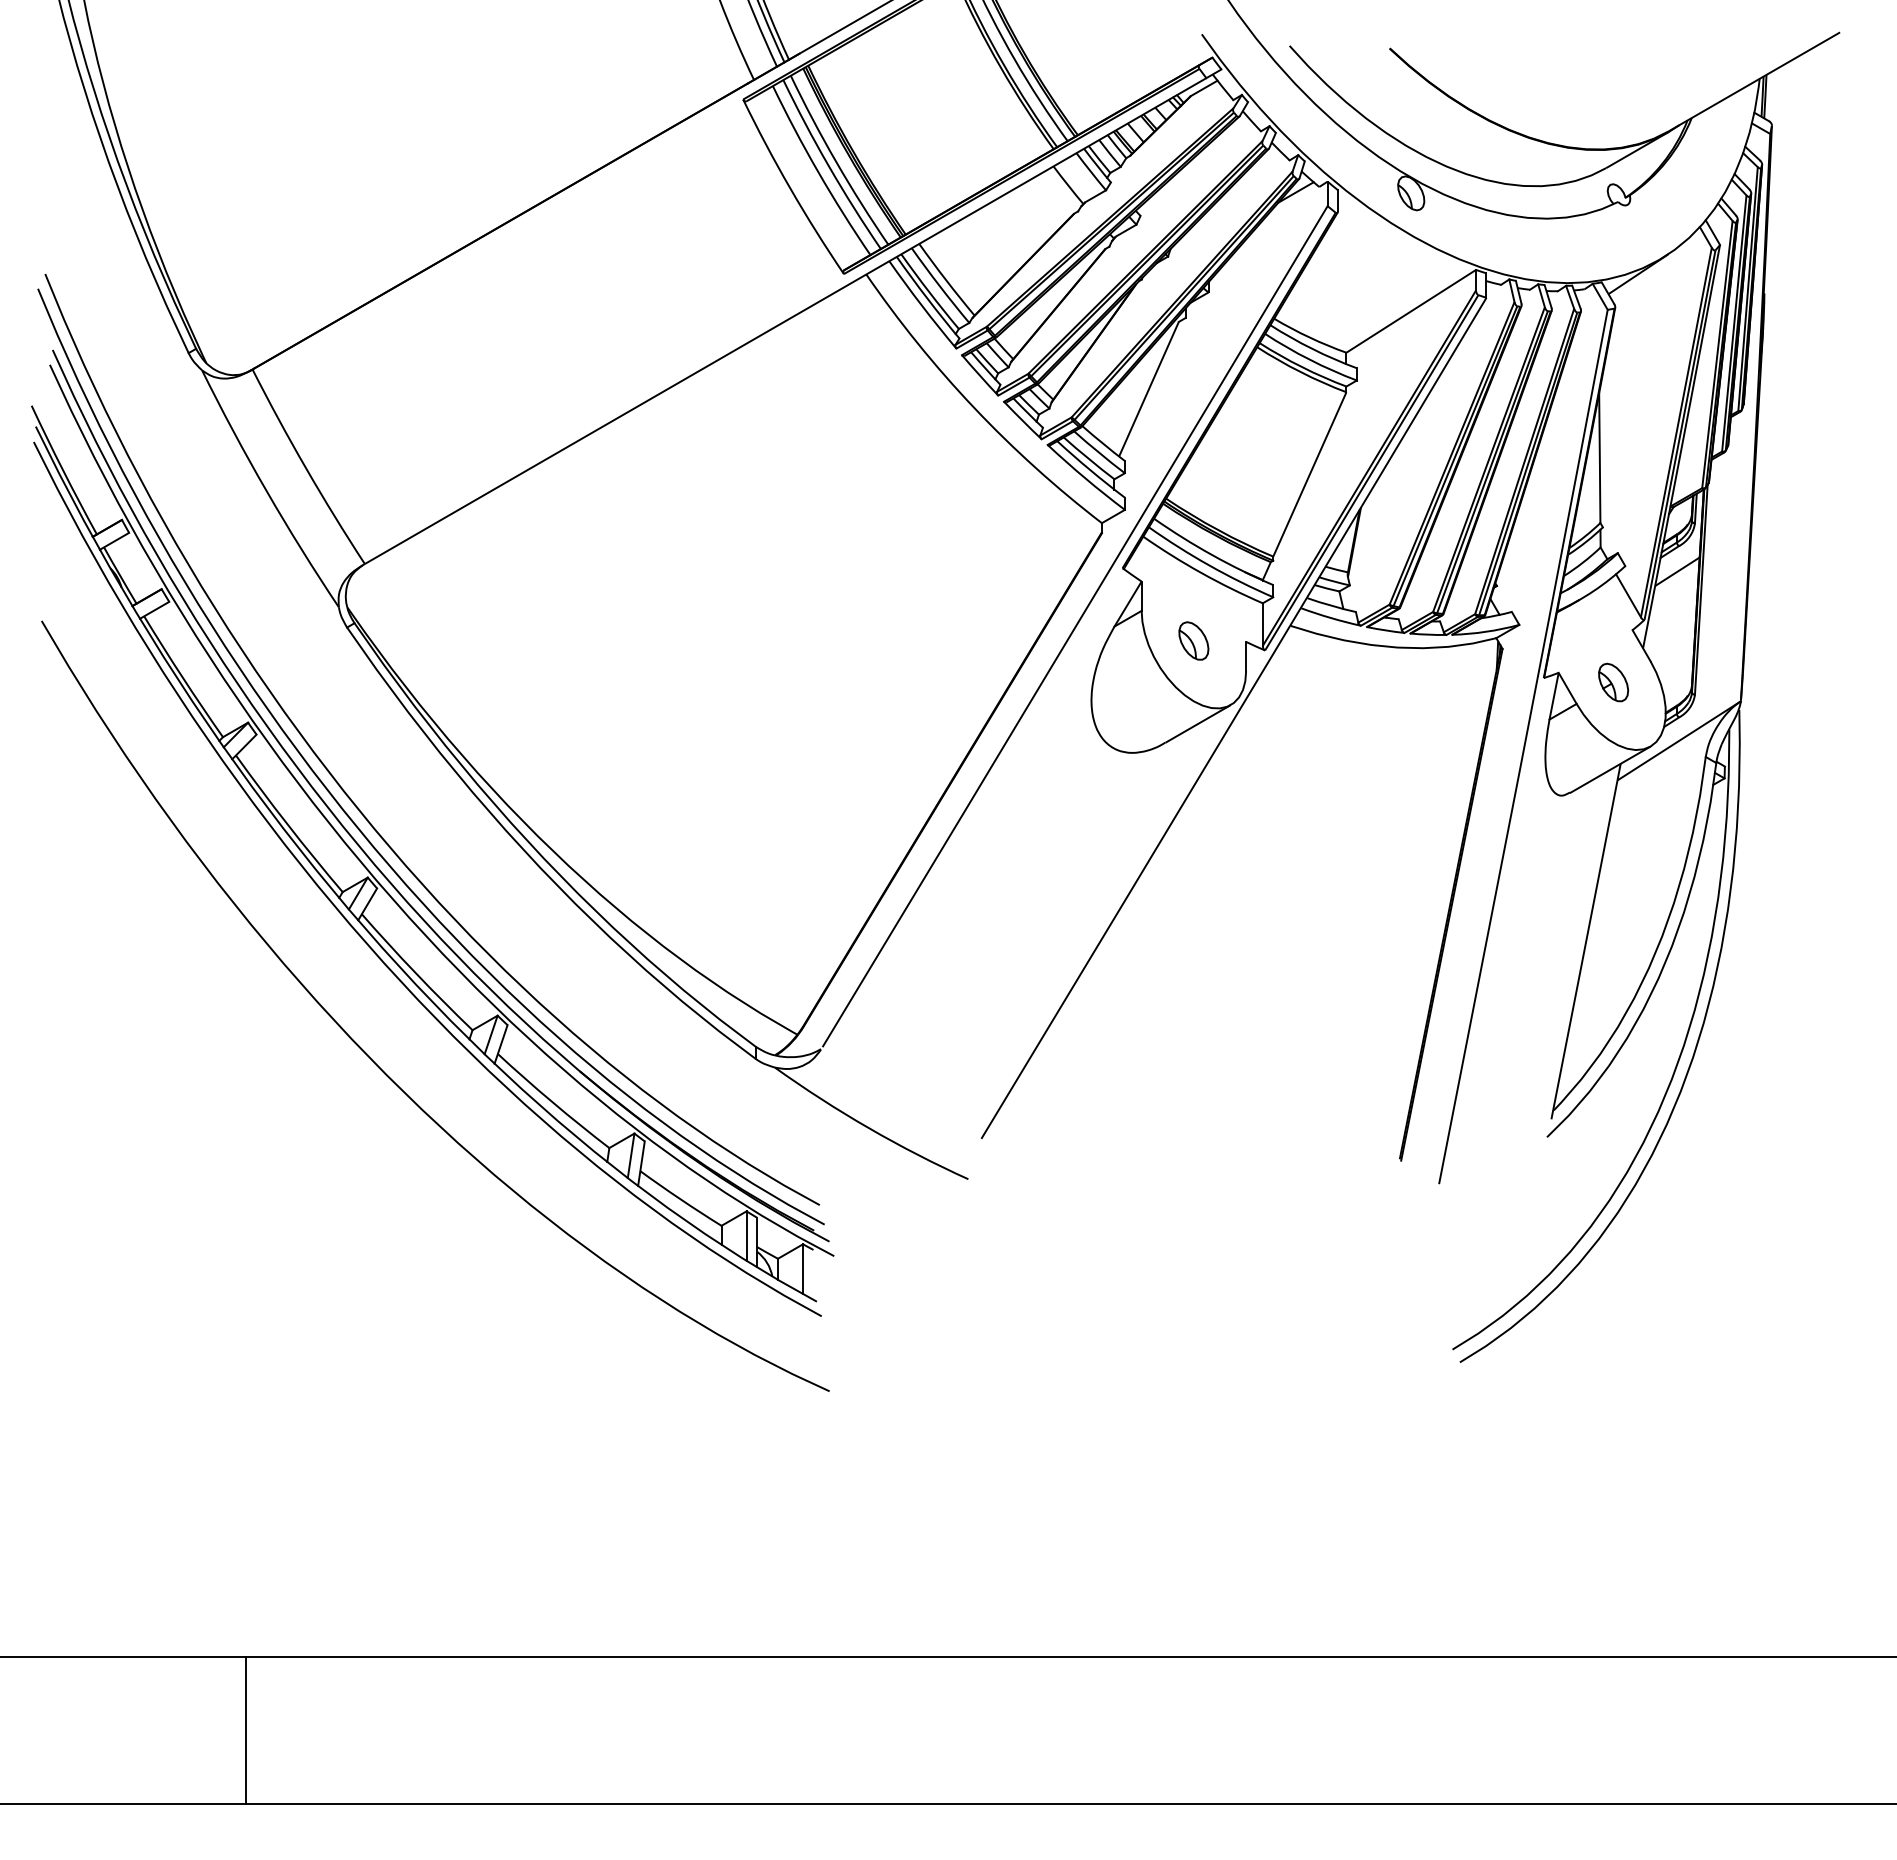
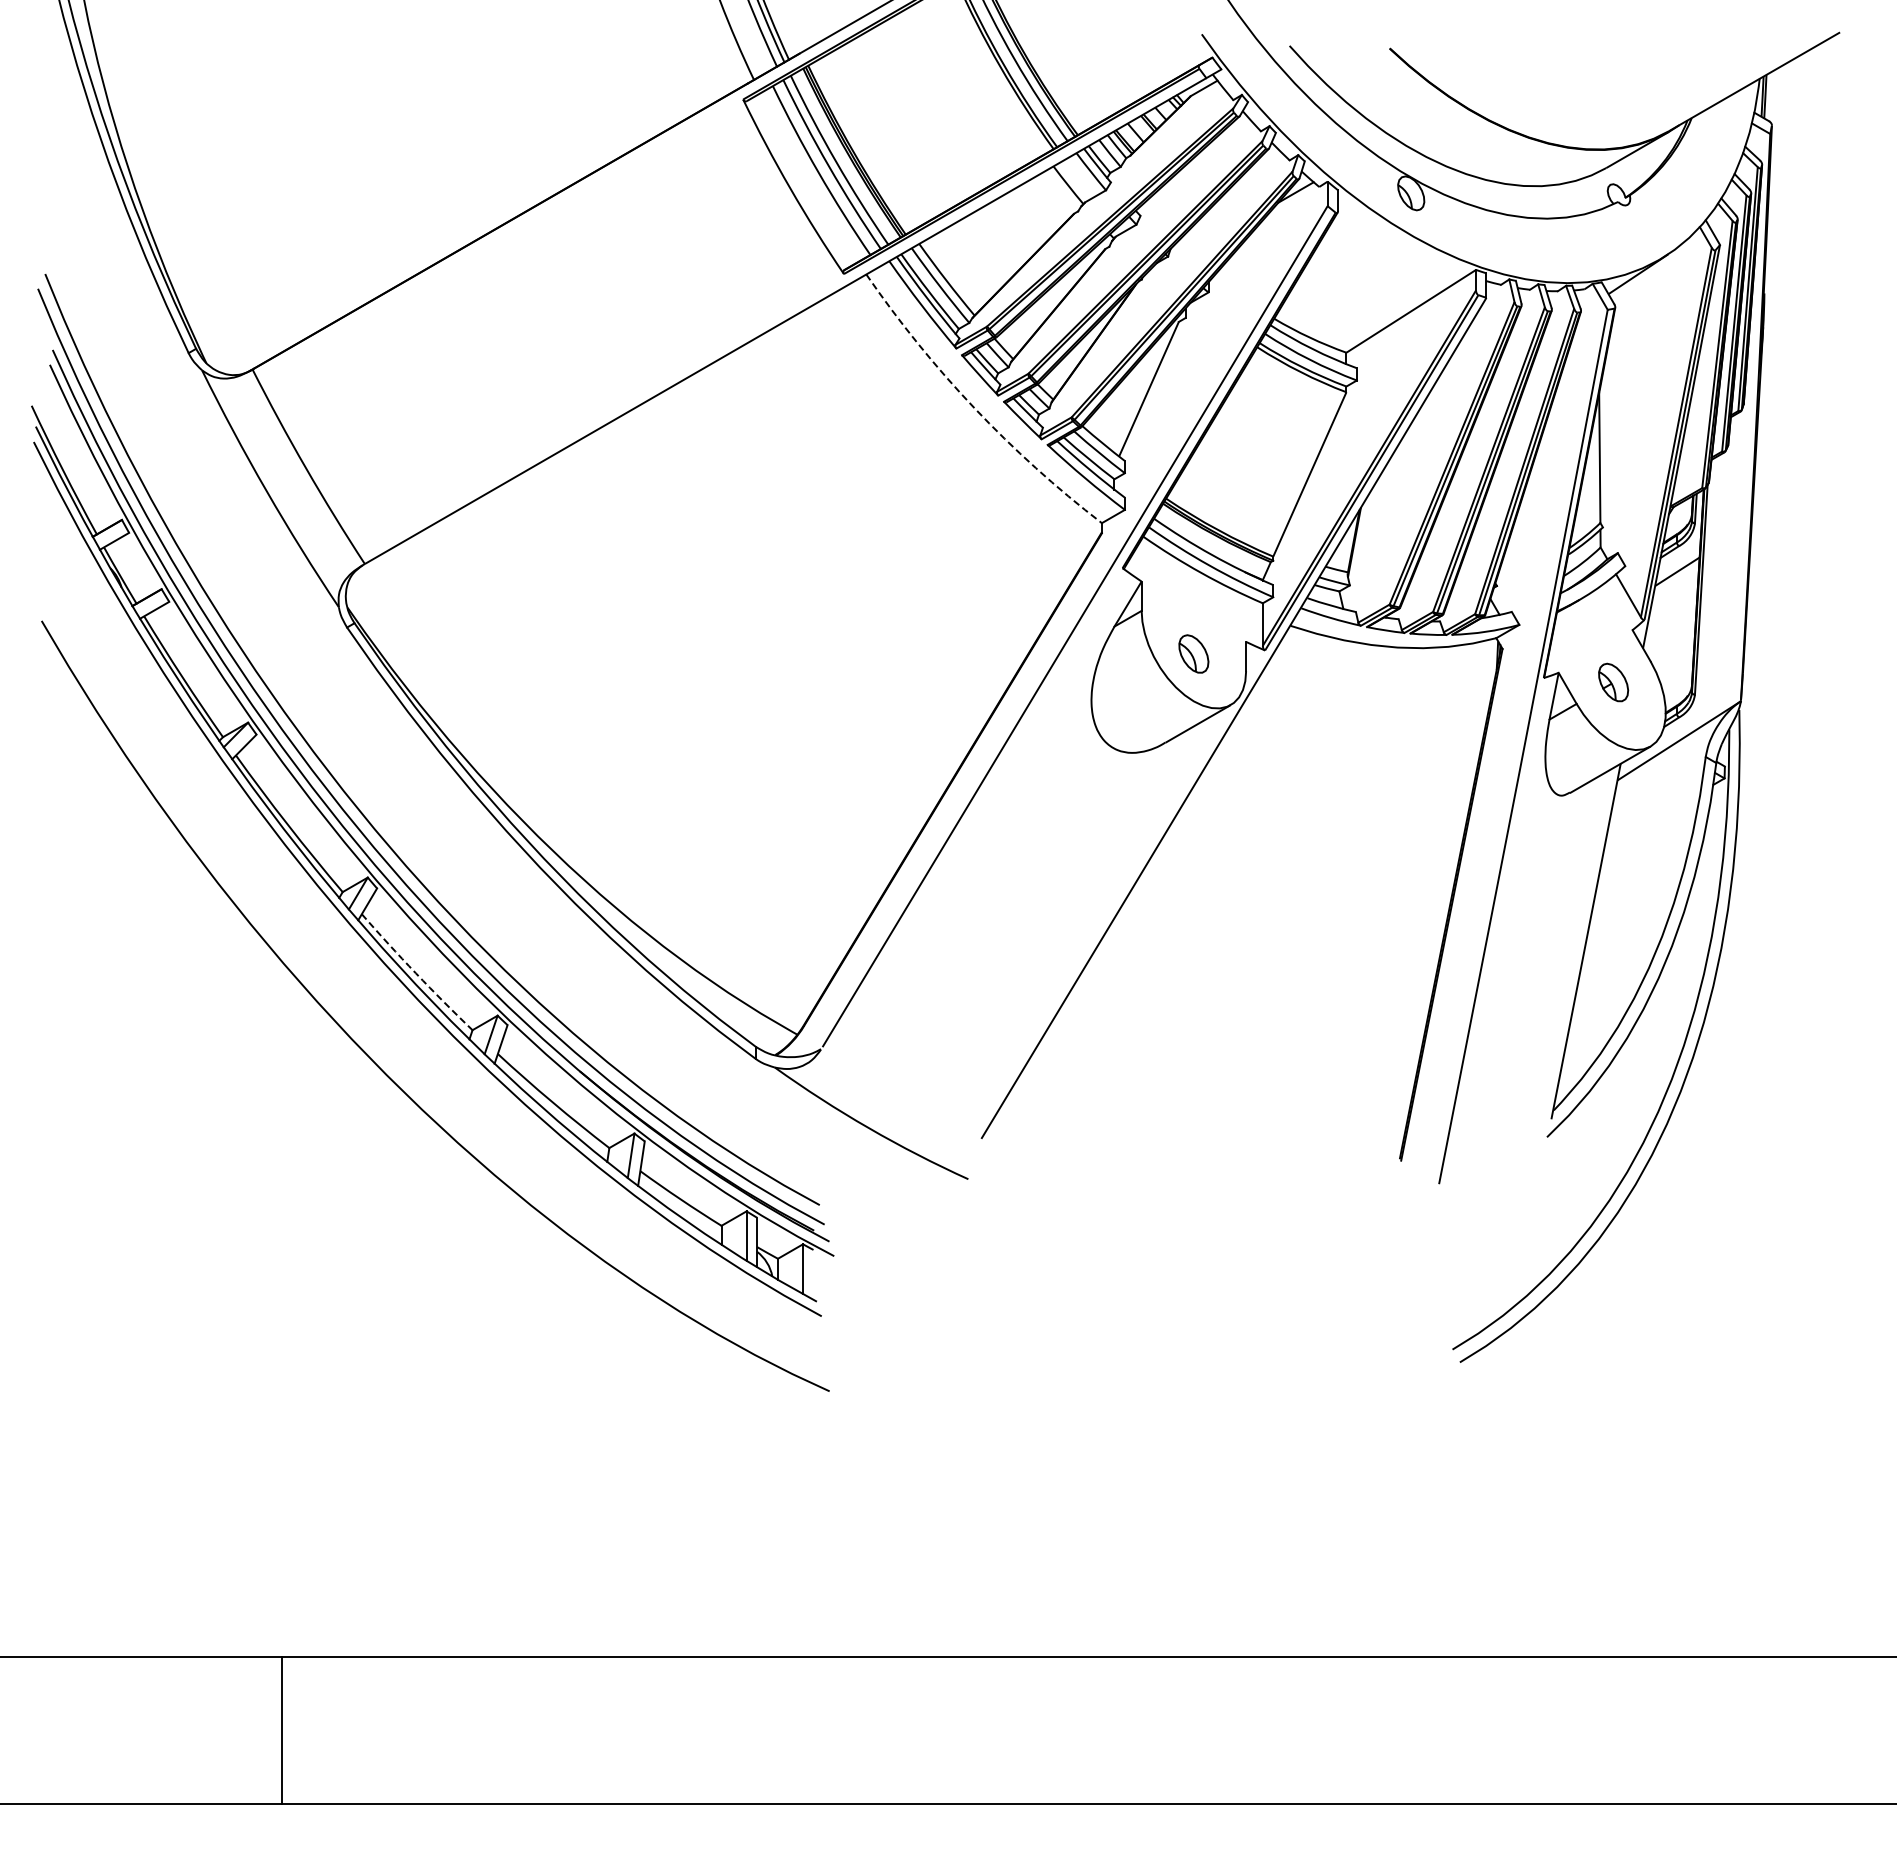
arc at (974, 408): solid -> dashed
part at (1193, 640) position: (1193, 640) -> (1193, 653)
arc at (415, 973): solid -> dashed
line at (245, 1730) position: (245, 1730) -> (281, 1730)
